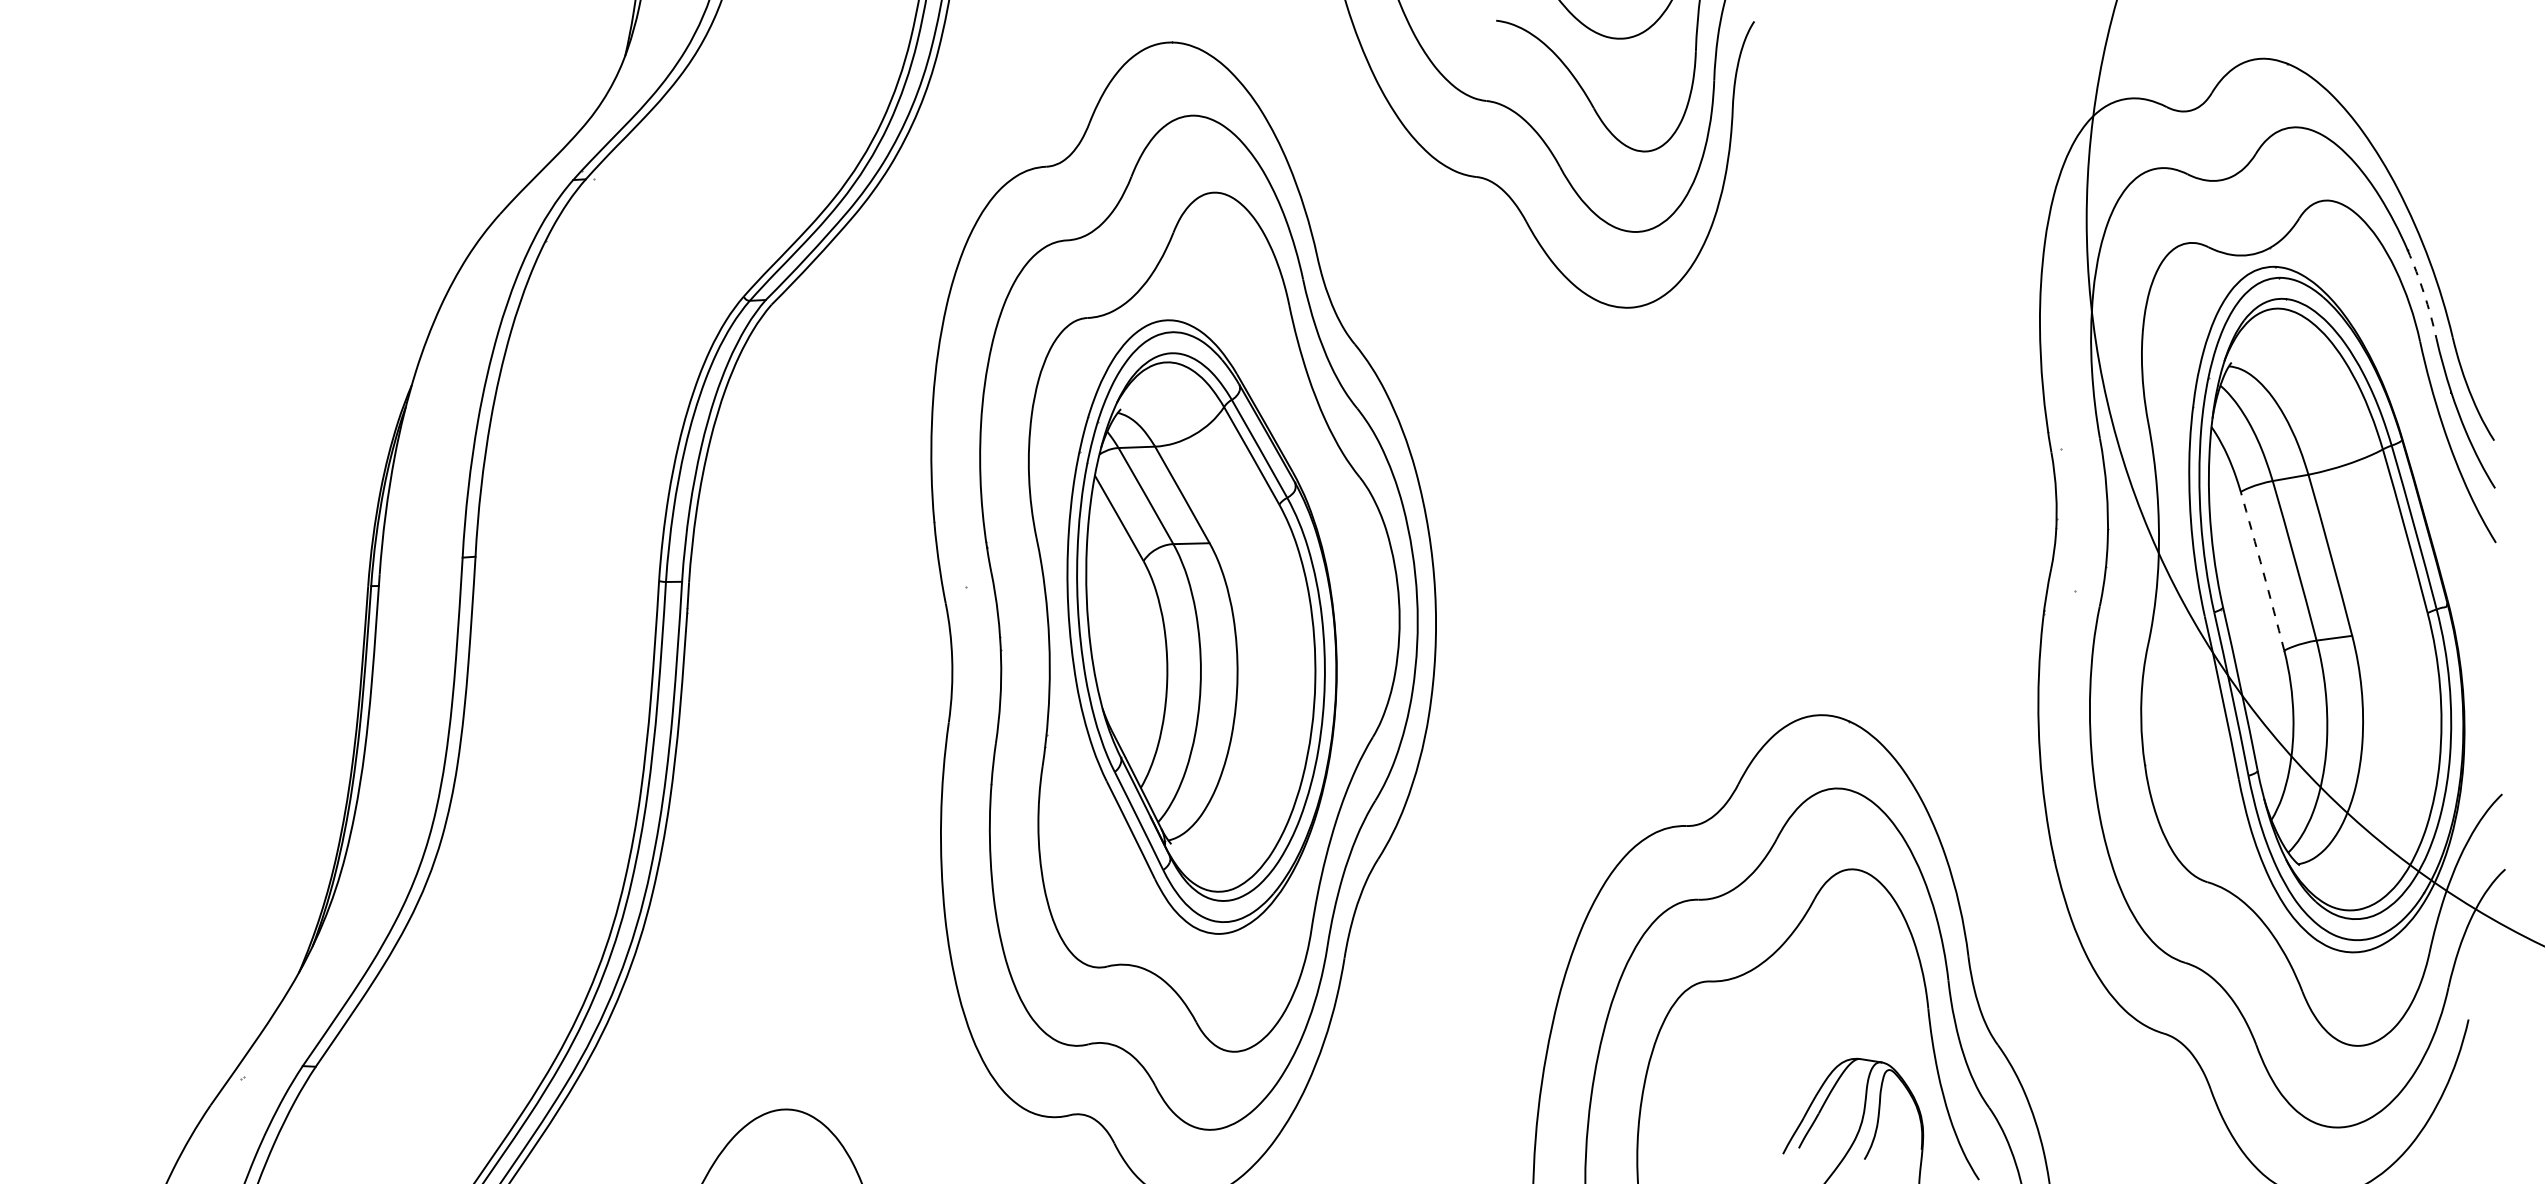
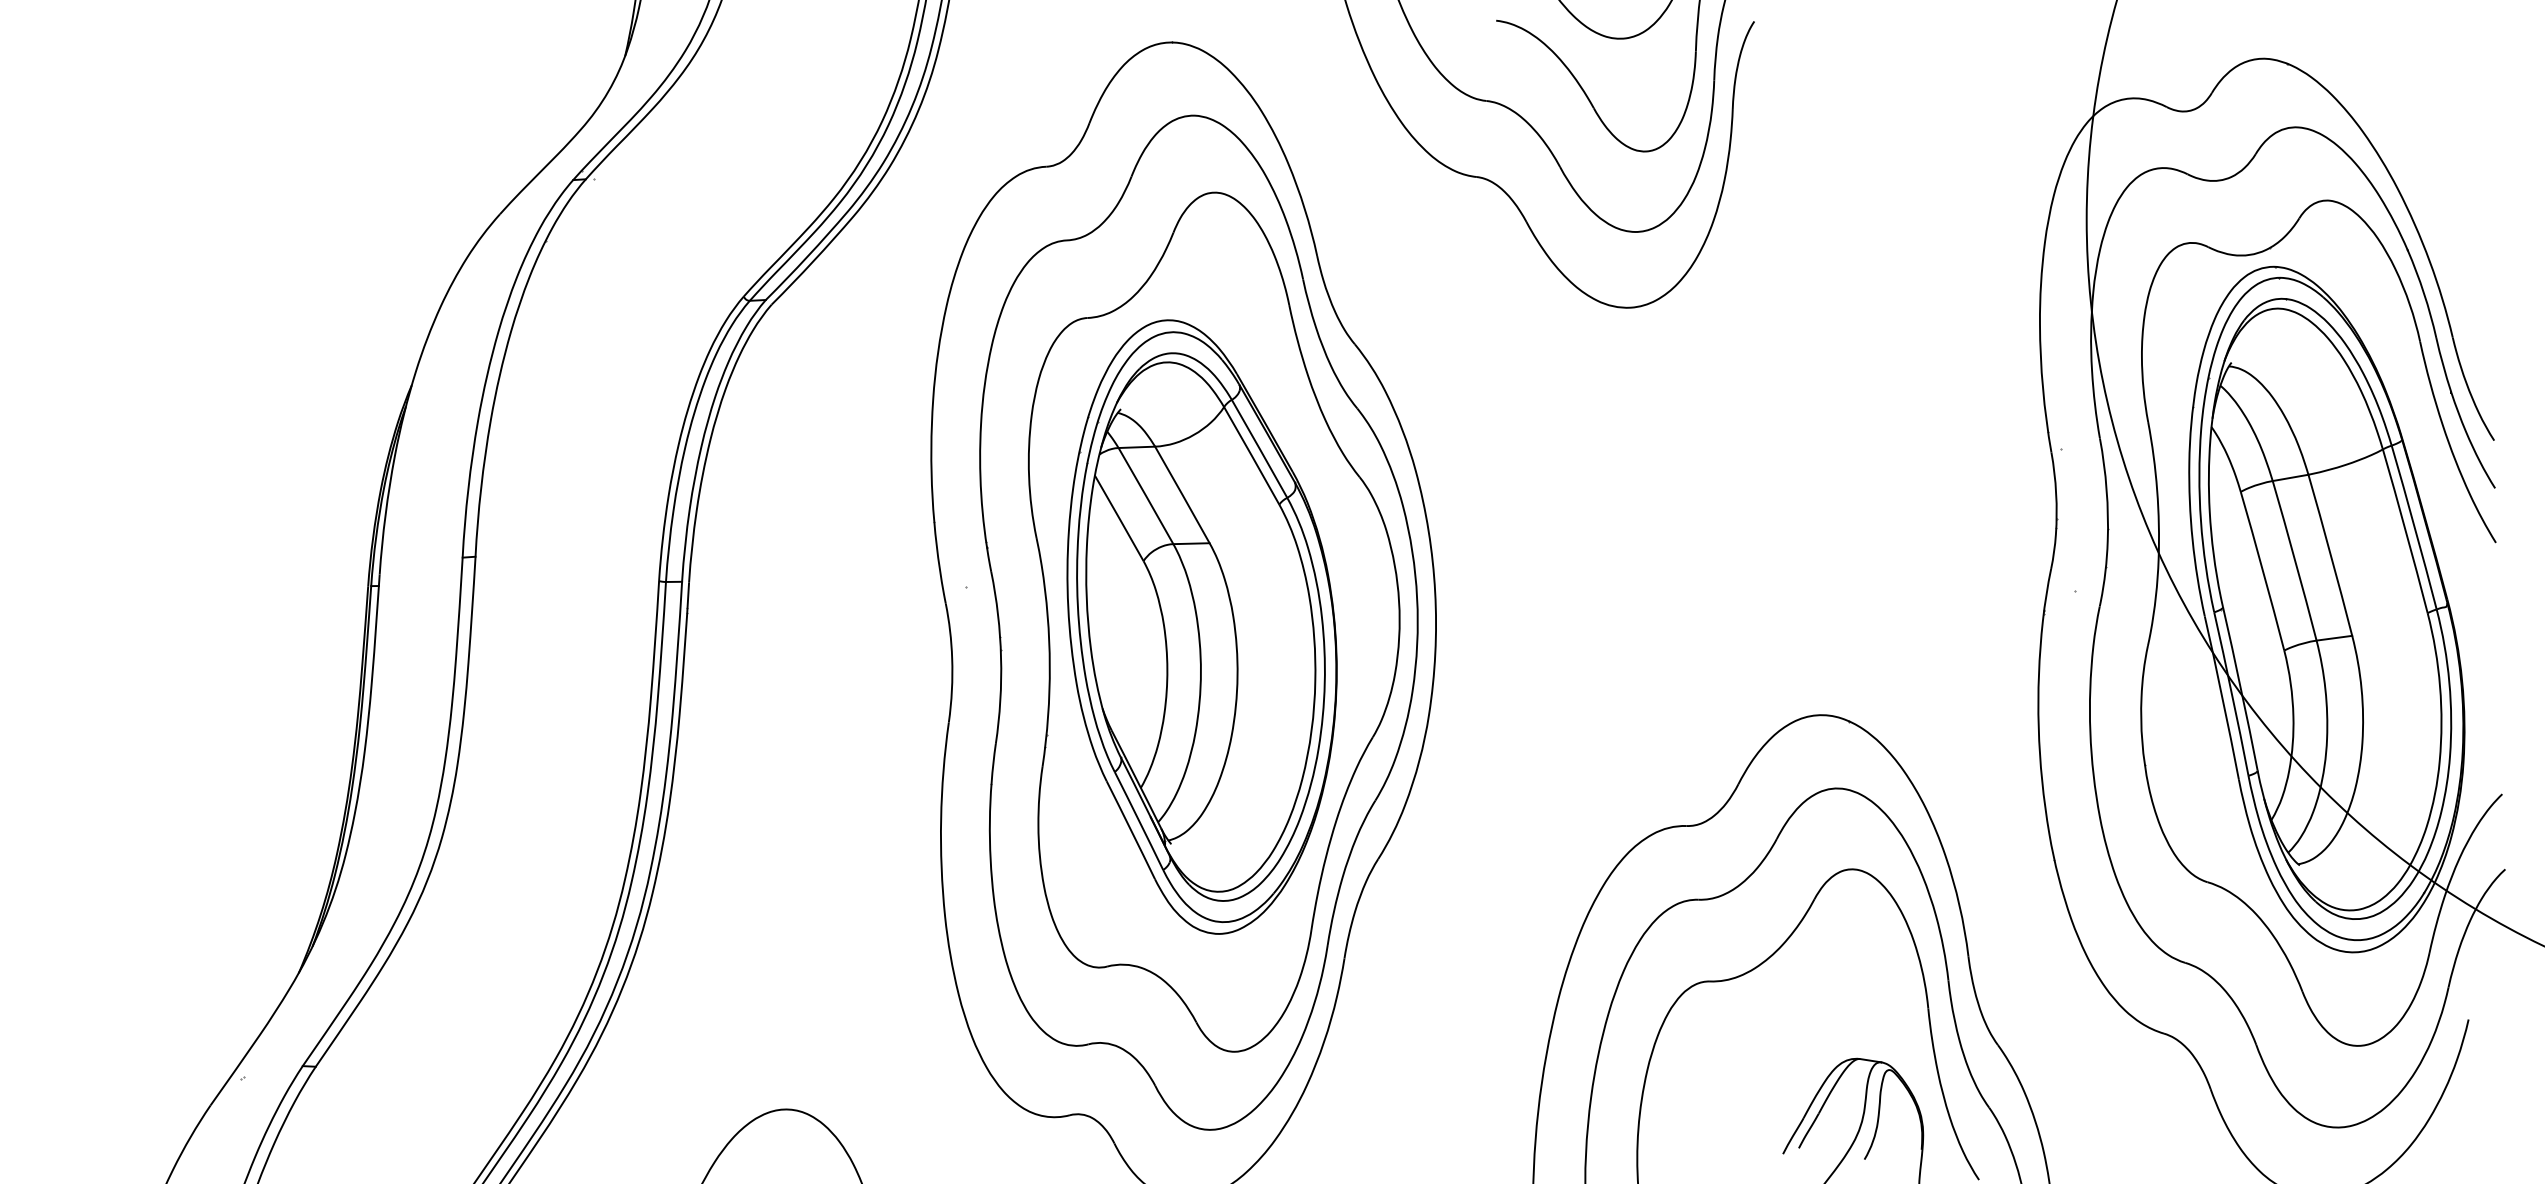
line at (2424, 293): dashed -> solid
line at (2263, 571): dashed -> solid
